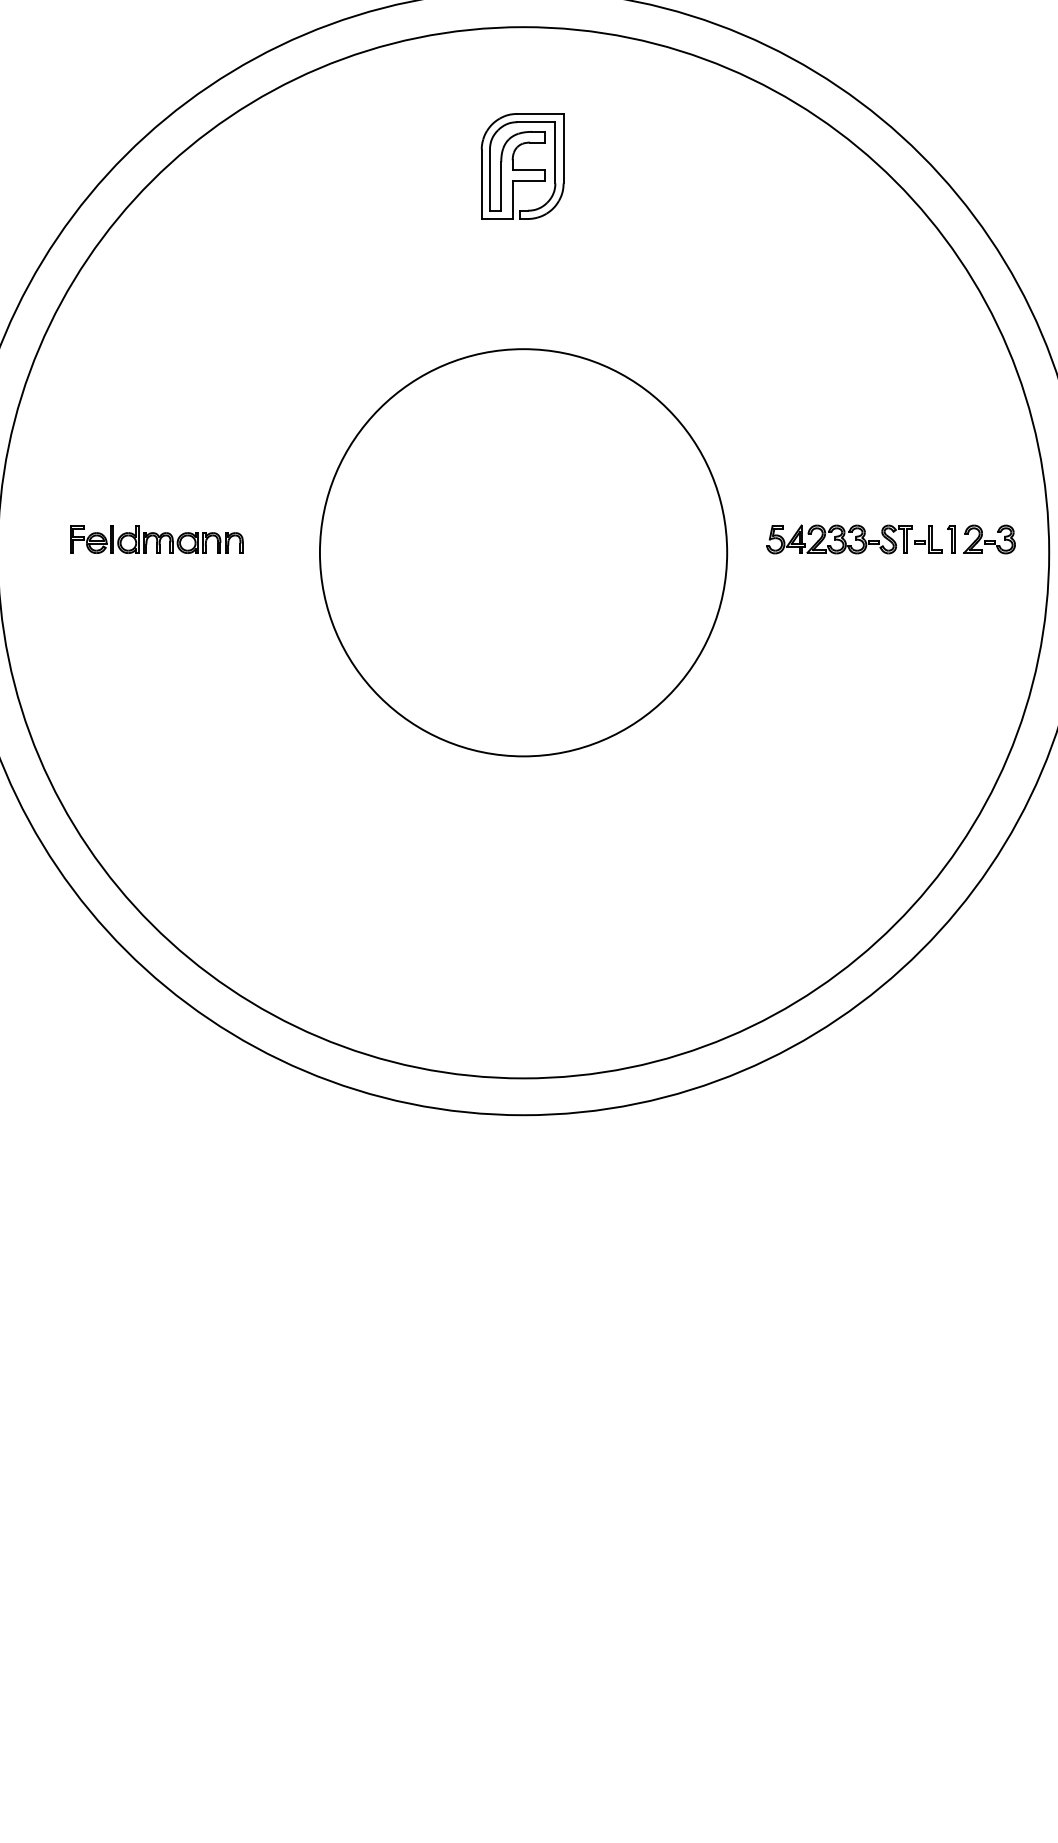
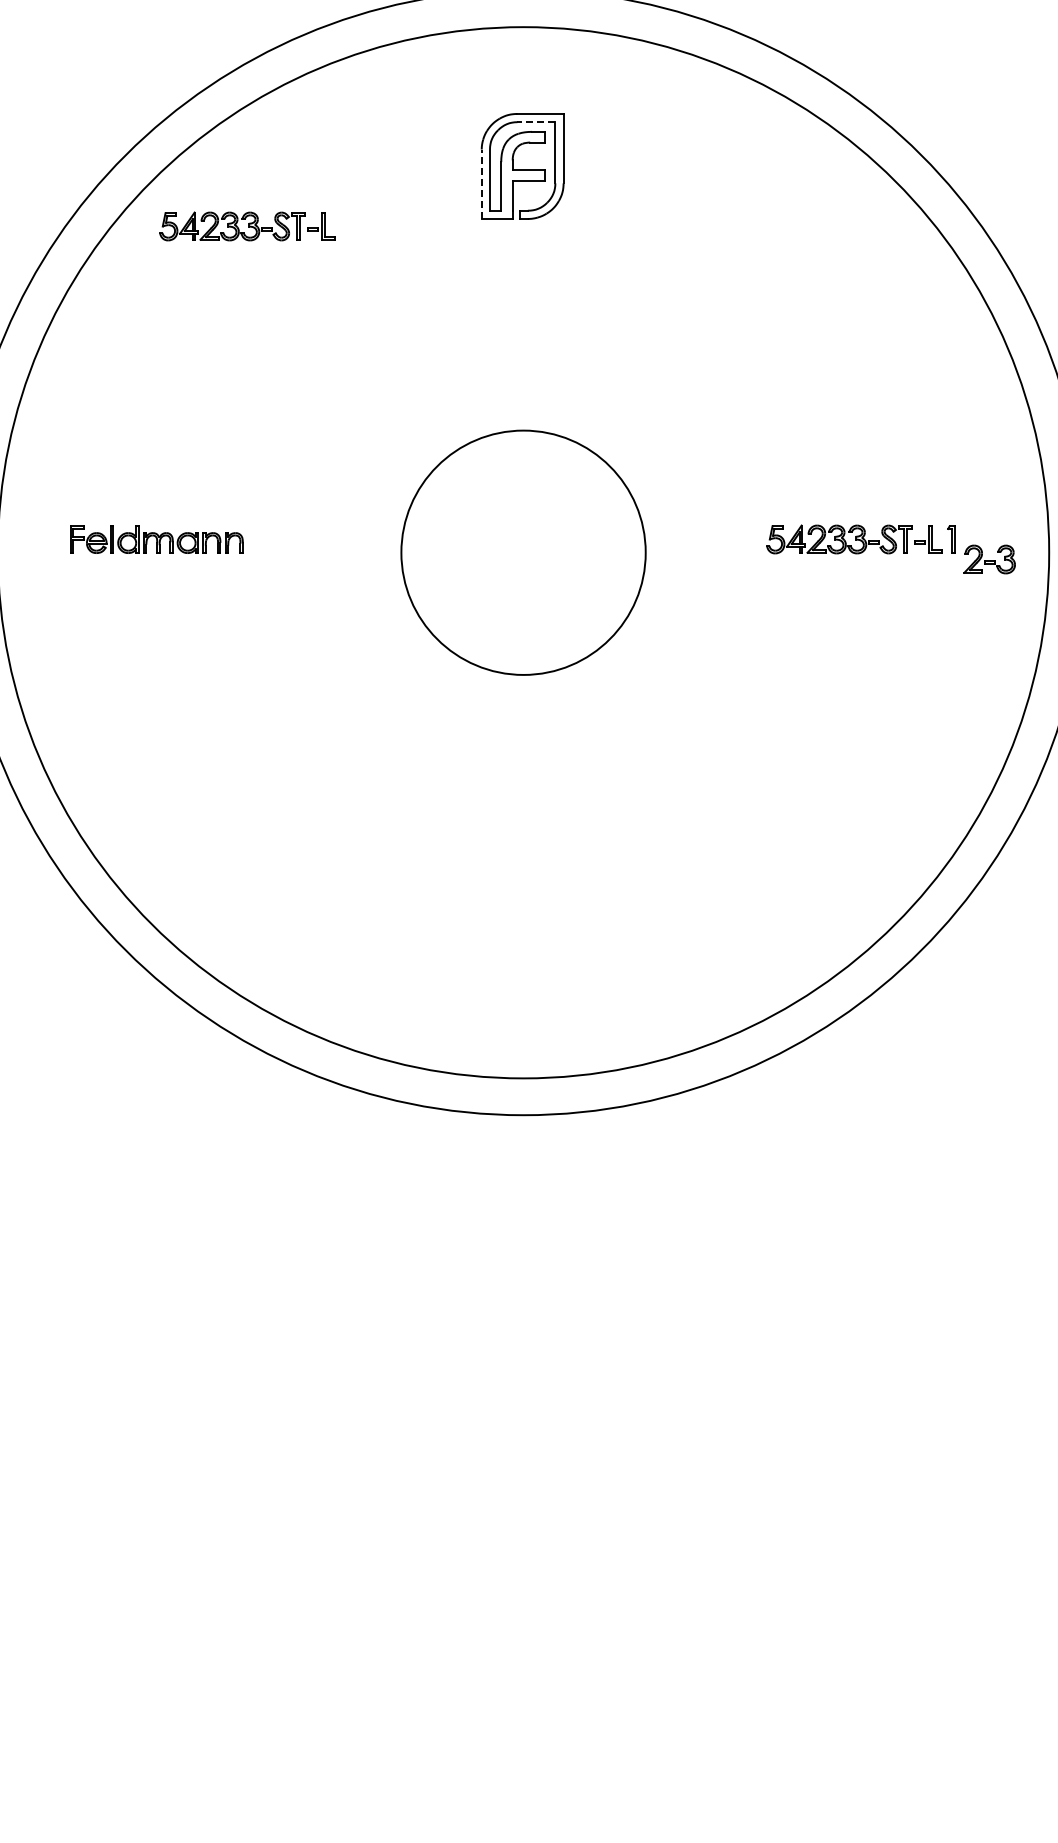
line at (536, 122): solid -> dashed
line at (481, 184): solid -> dashed
part at (247, 226): none -> present
part at (989, 539) position: (989, 539) -> (989, 559)
circle at (523, 552) diameter: 407 px -> 244 px
